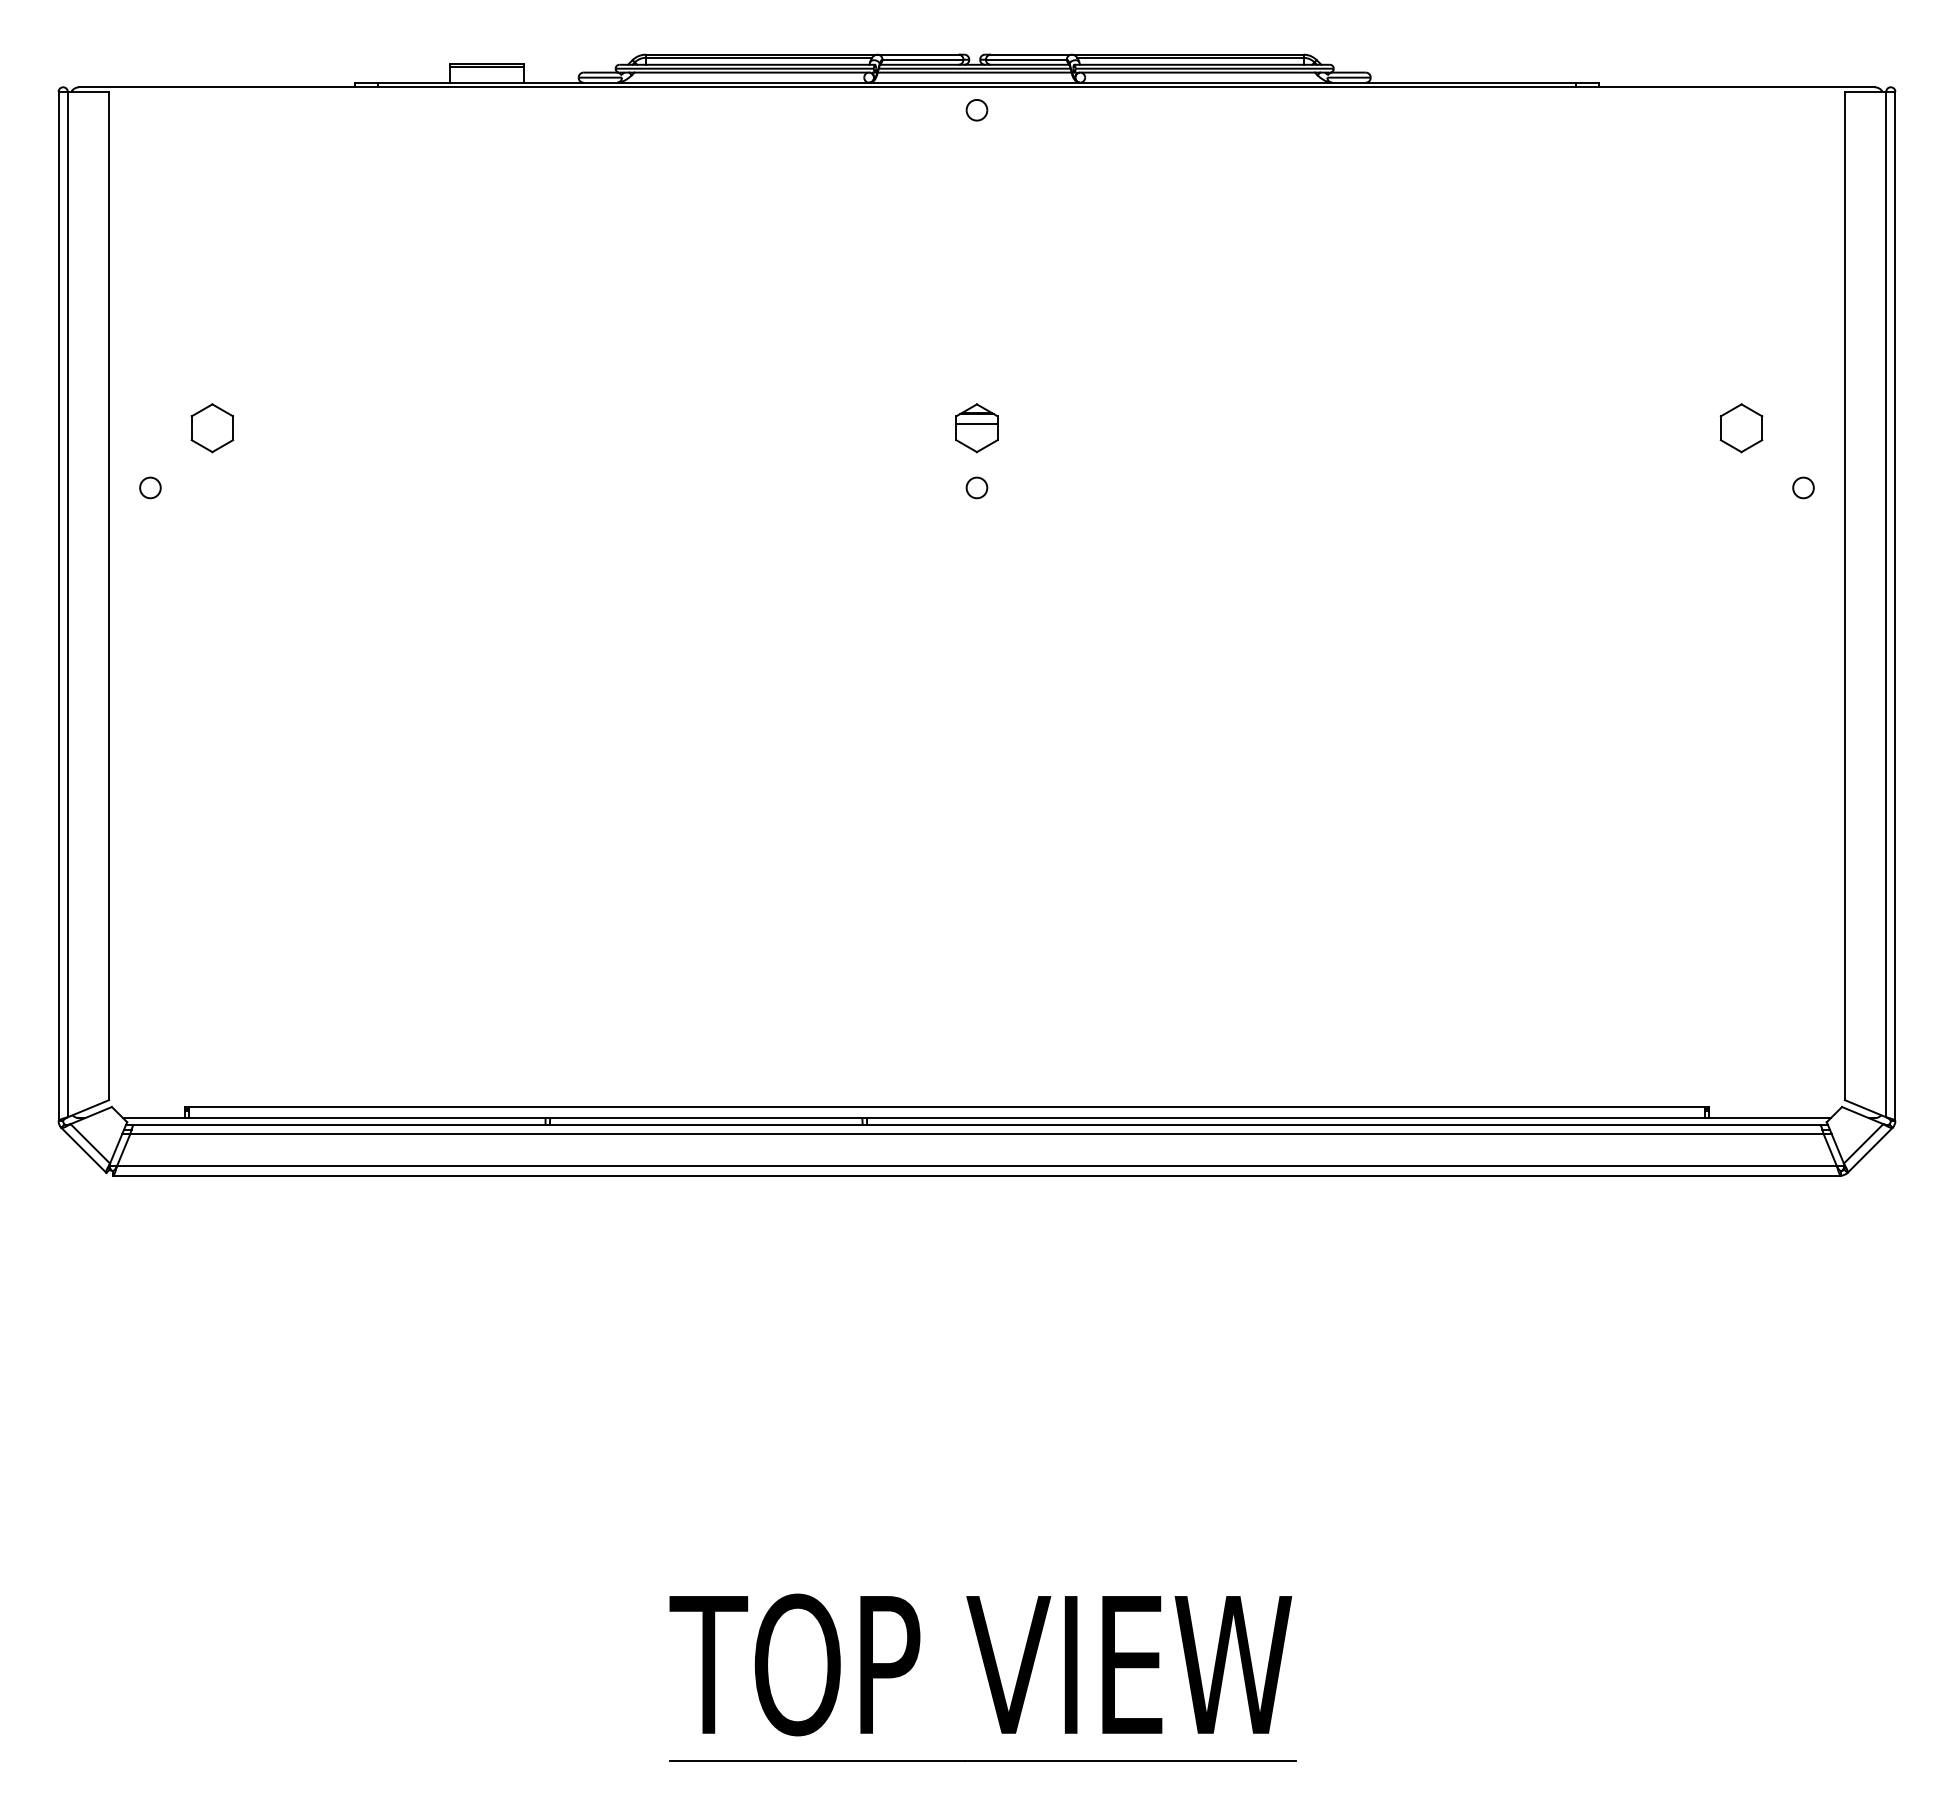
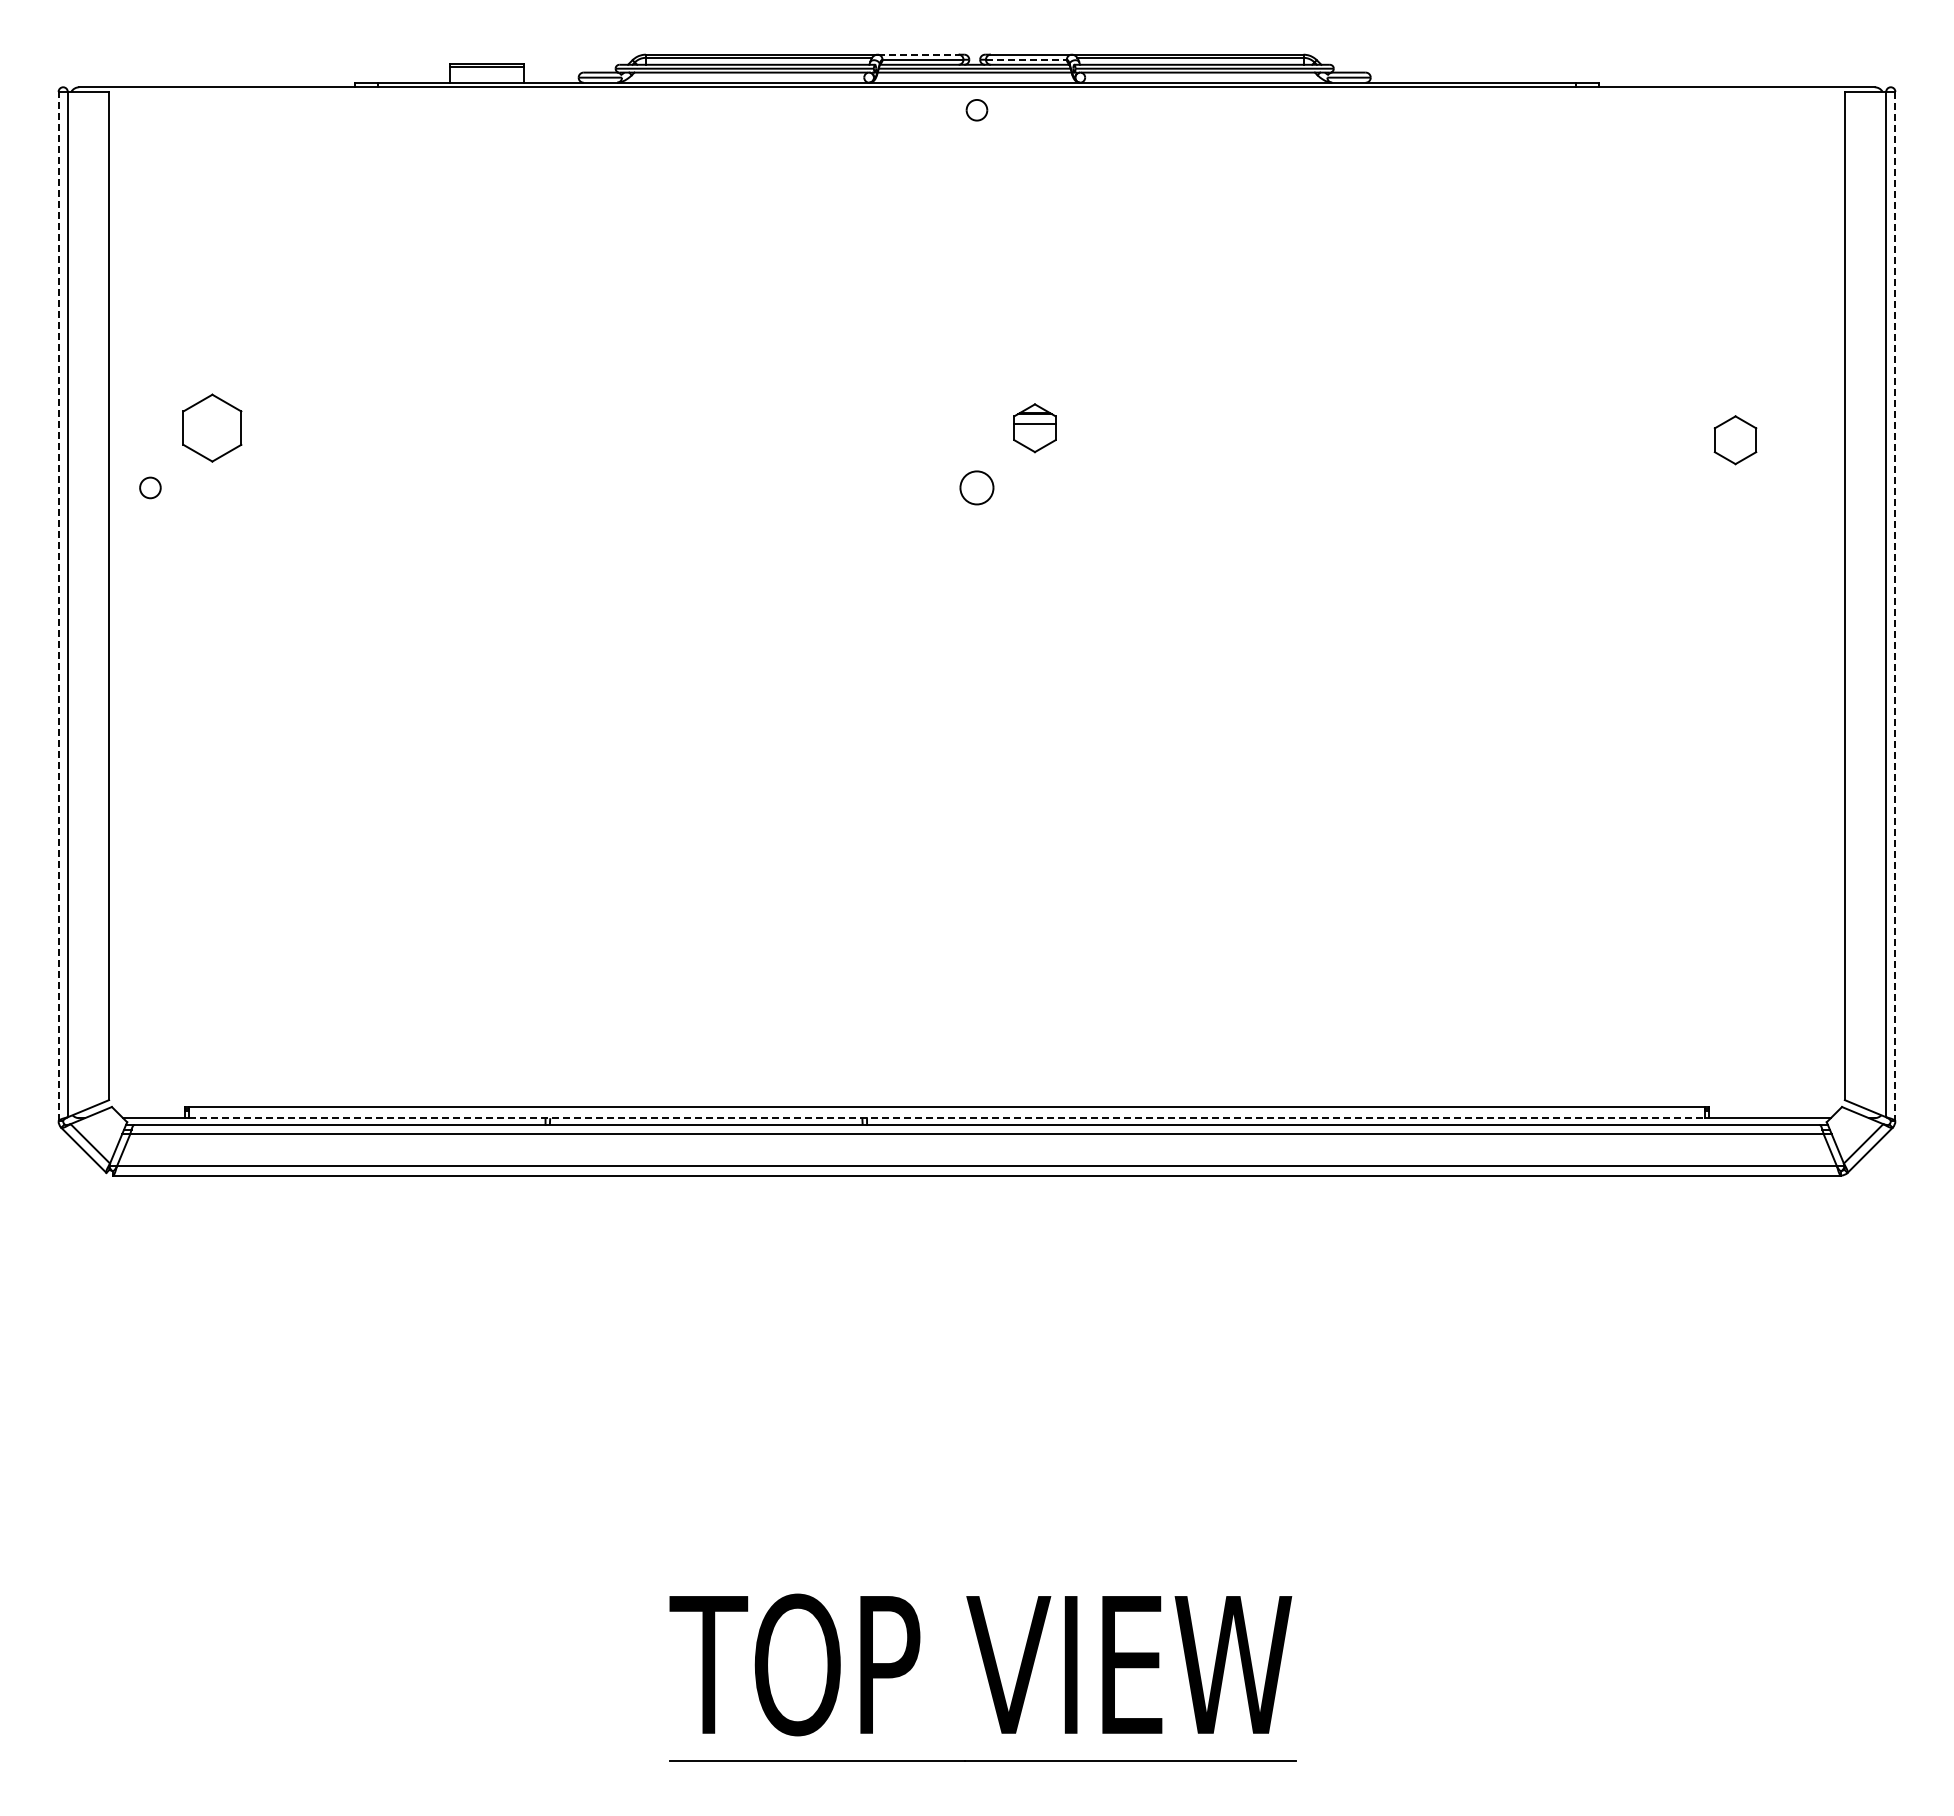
line at (918, 54): solid -> dashed
line at (1026, 59): solid -> dashed
part at (212, 428) size: 45x51 px -> 61x70 px
part at (976, 428) position: (976, 428) -> (1034, 428)
part at (1741, 428) position: (1741, 428) -> (1735, 440)
part at (976, 487) size: 24x24 px -> 36x36 px
part at (1803, 487): present -> none
line at (58, 606): solid -> dashed
line at (1895, 606): solid -> dashed
line at (947, 1118): solid -> dashed
